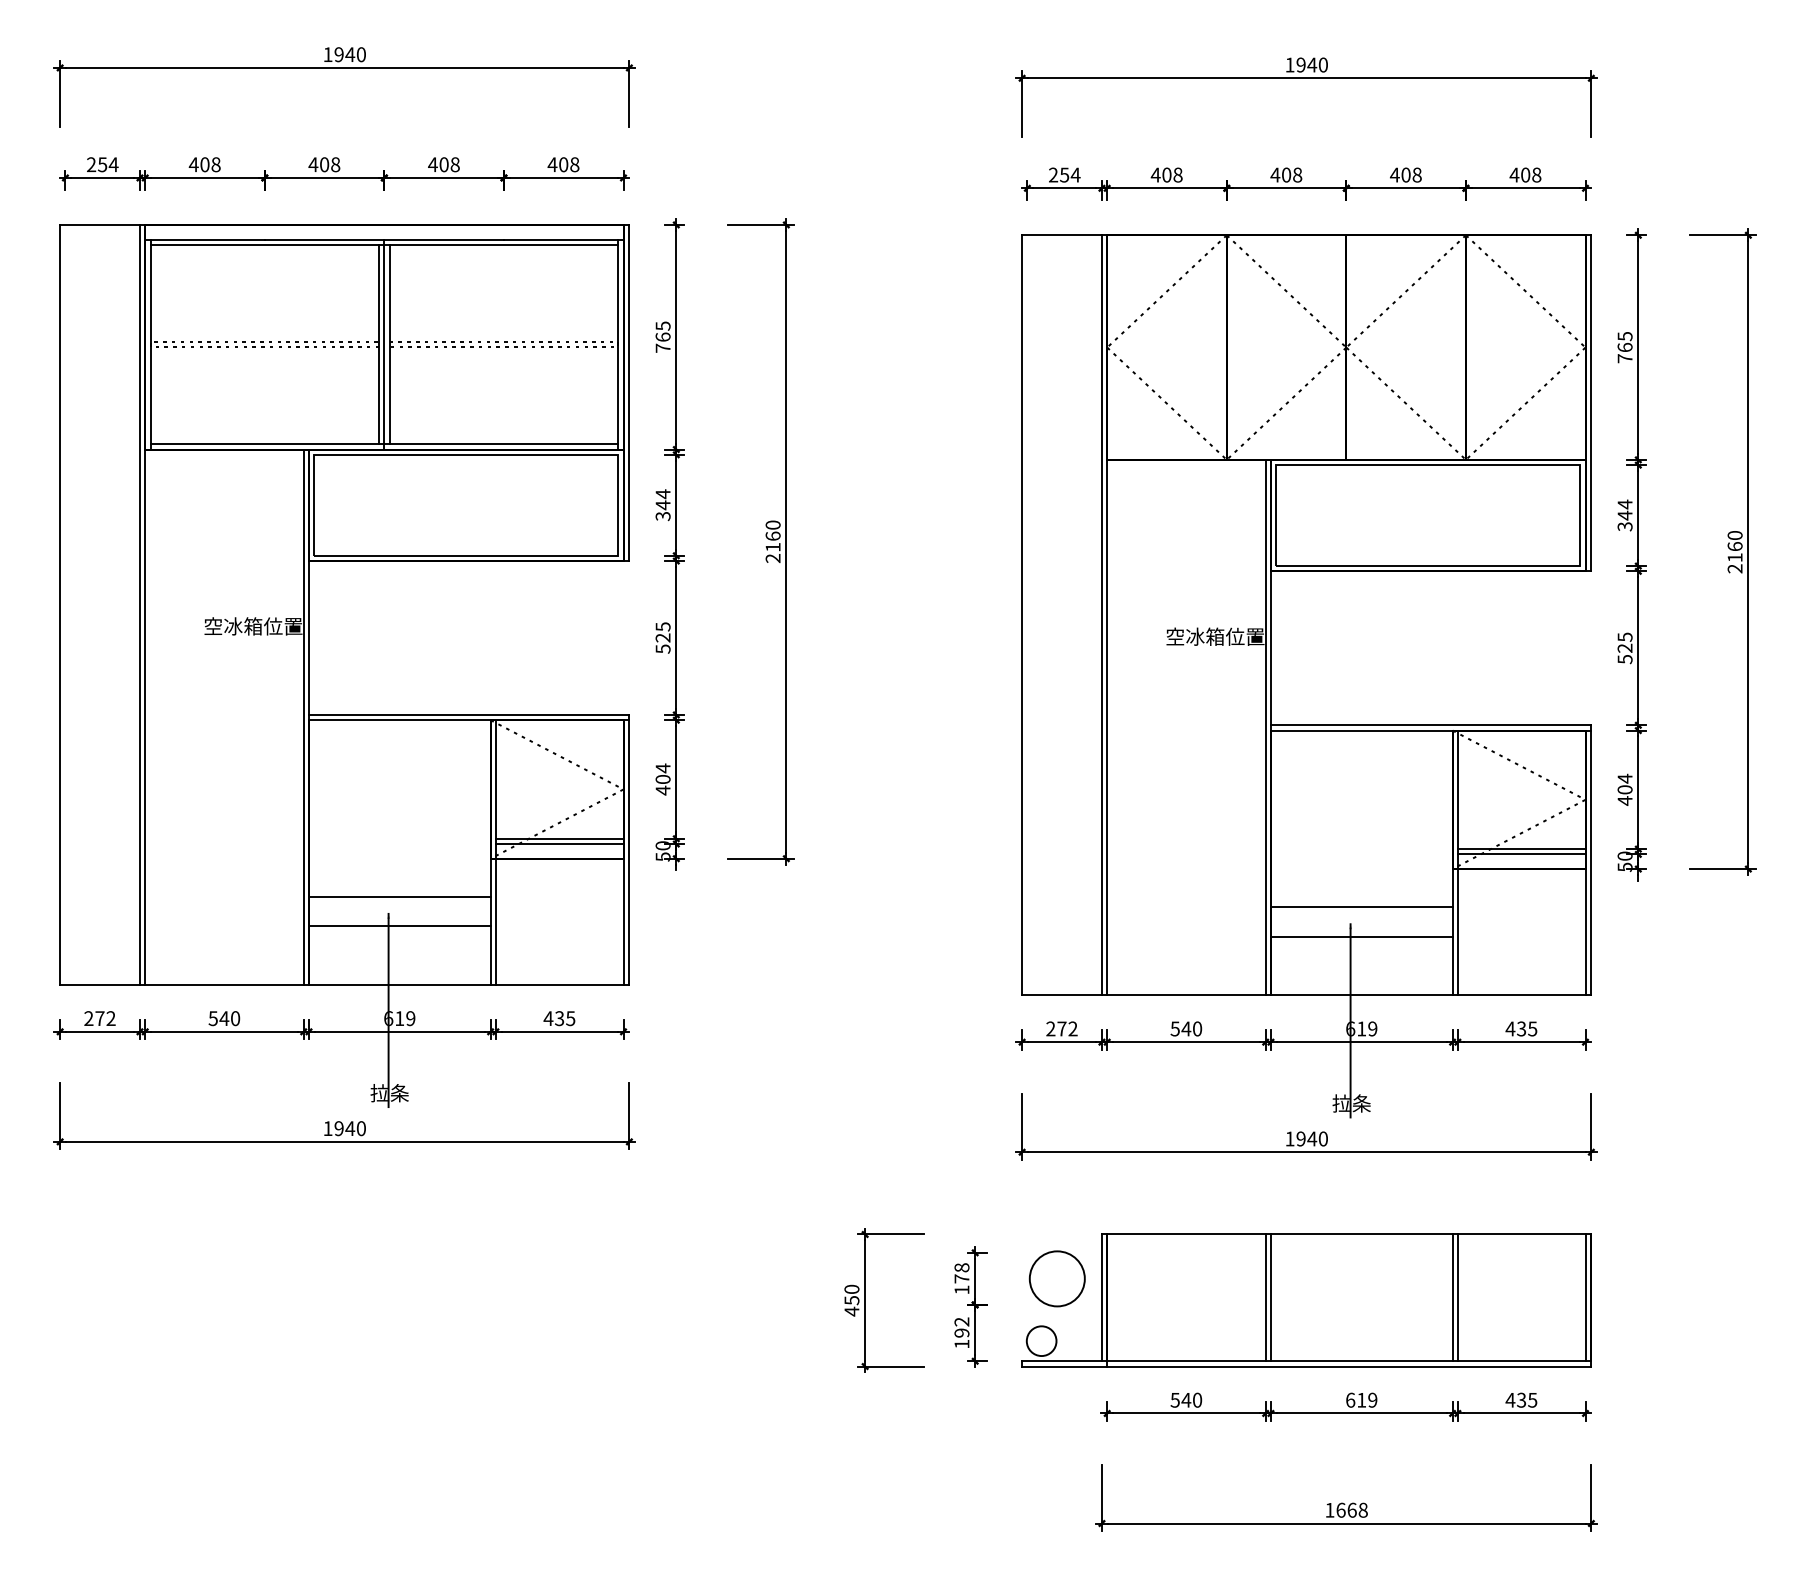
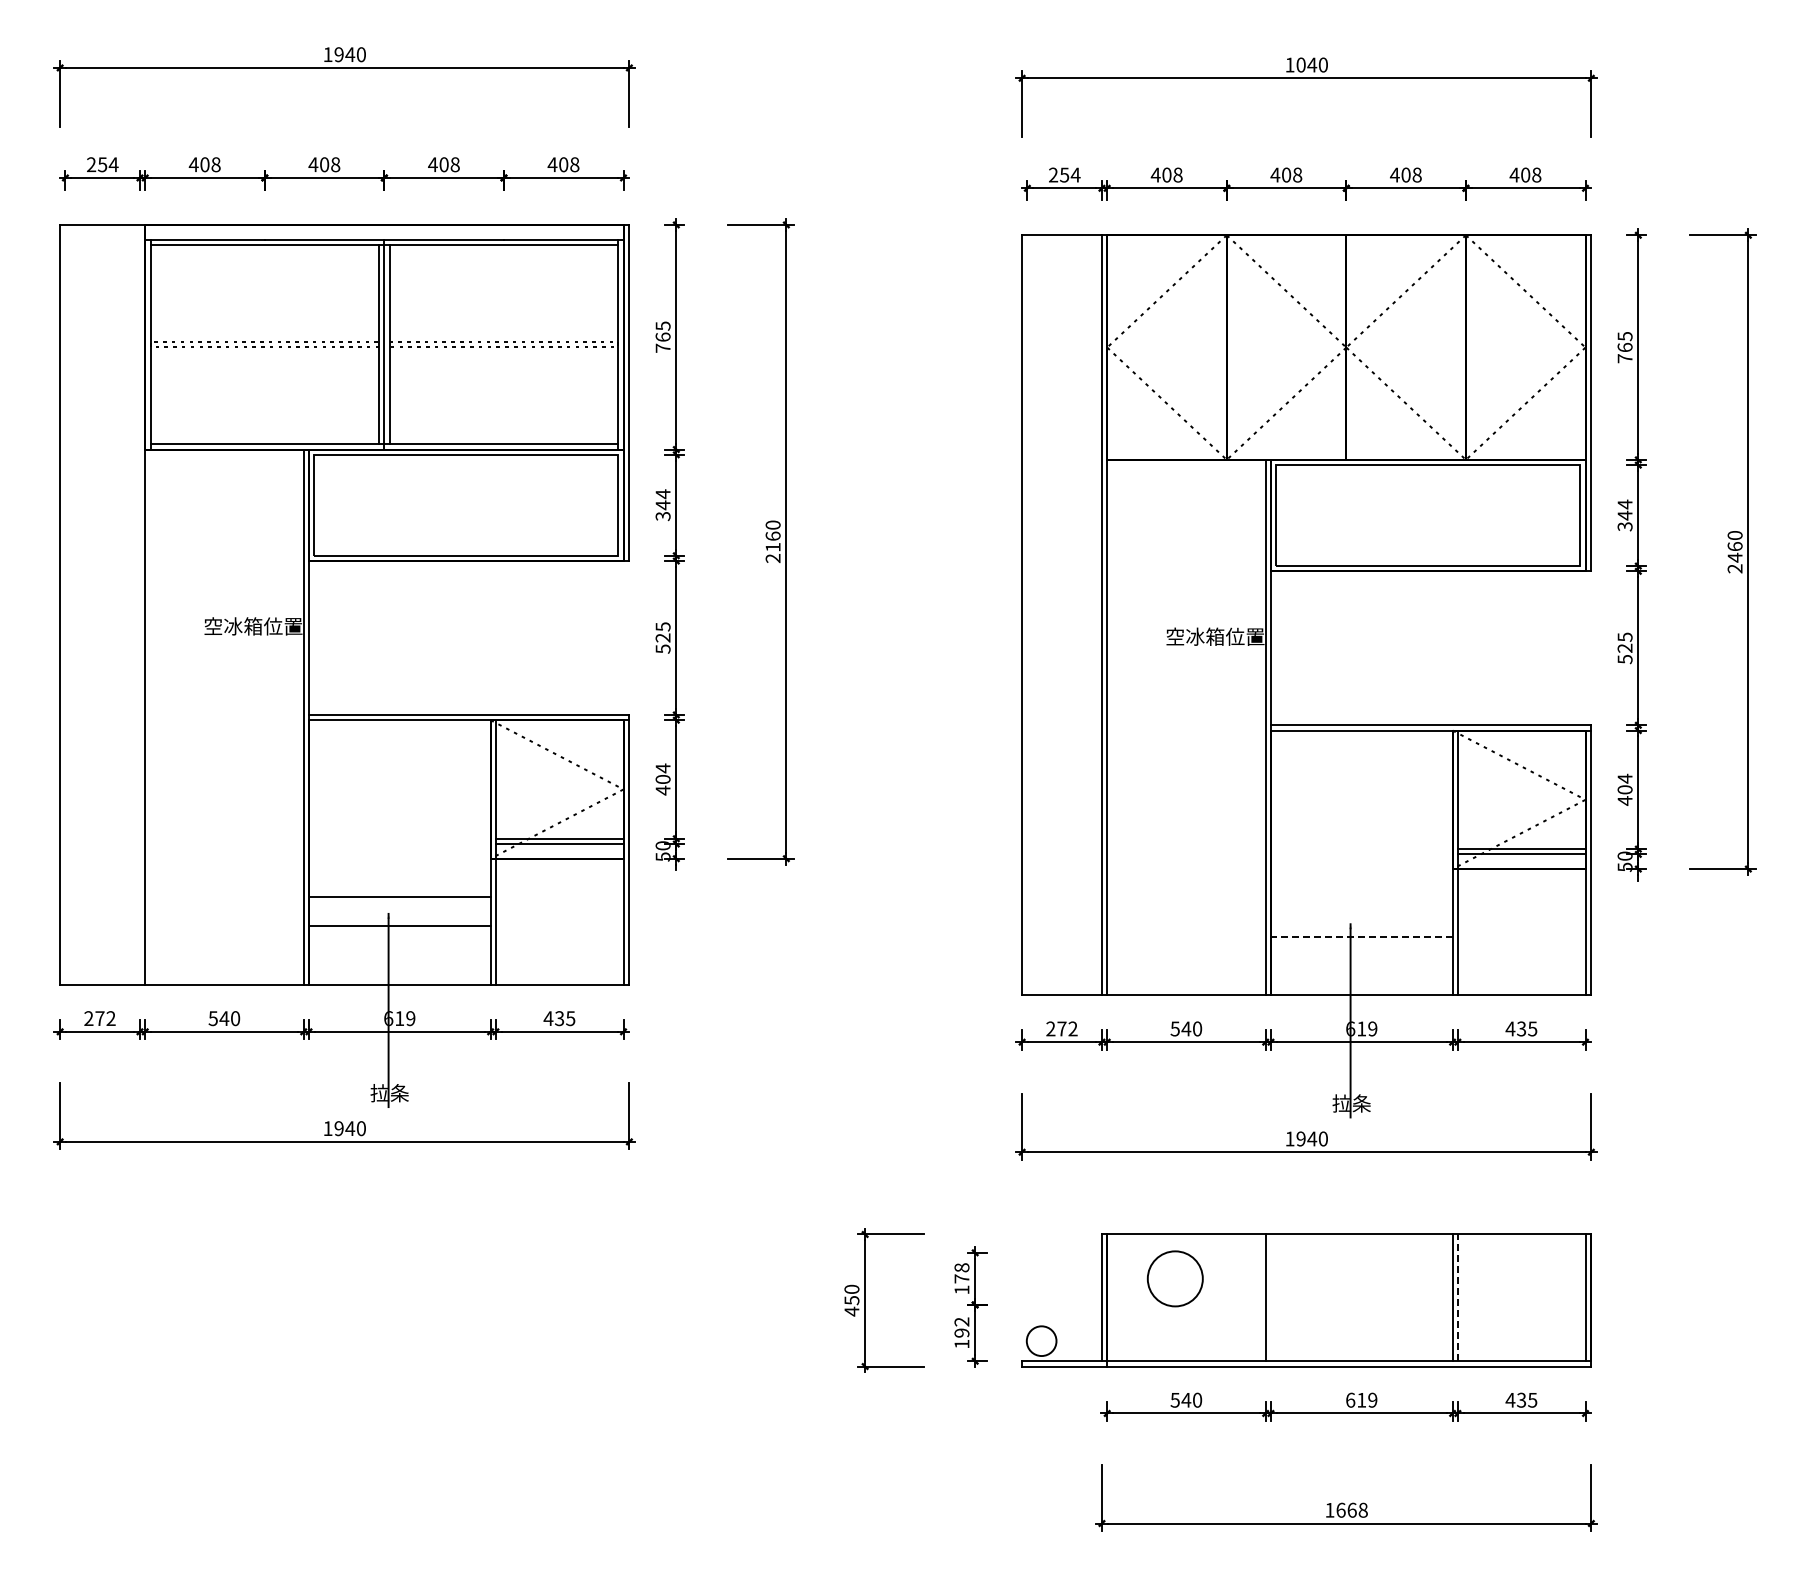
text at (1300, 64): 1940 -> 1040
text at (1734, 557): 2160 -> 2460
line at (139, 604): present -> none
line at (1361, 907): present -> none
line at (1361, 936): solid -> dashed
circle at (1056, 1278) position: (1056, 1278) -> (1174, 1278)
line at (1270, 1297): present -> none
line at (1457, 1297): solid -> dashed
